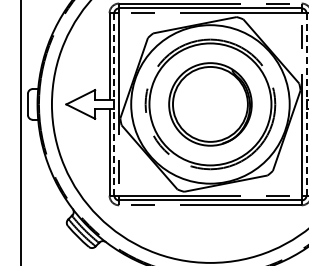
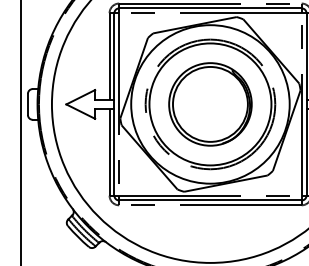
line at (114, 103): dashed -> solid
line at (306, 104): dashed -> solid
